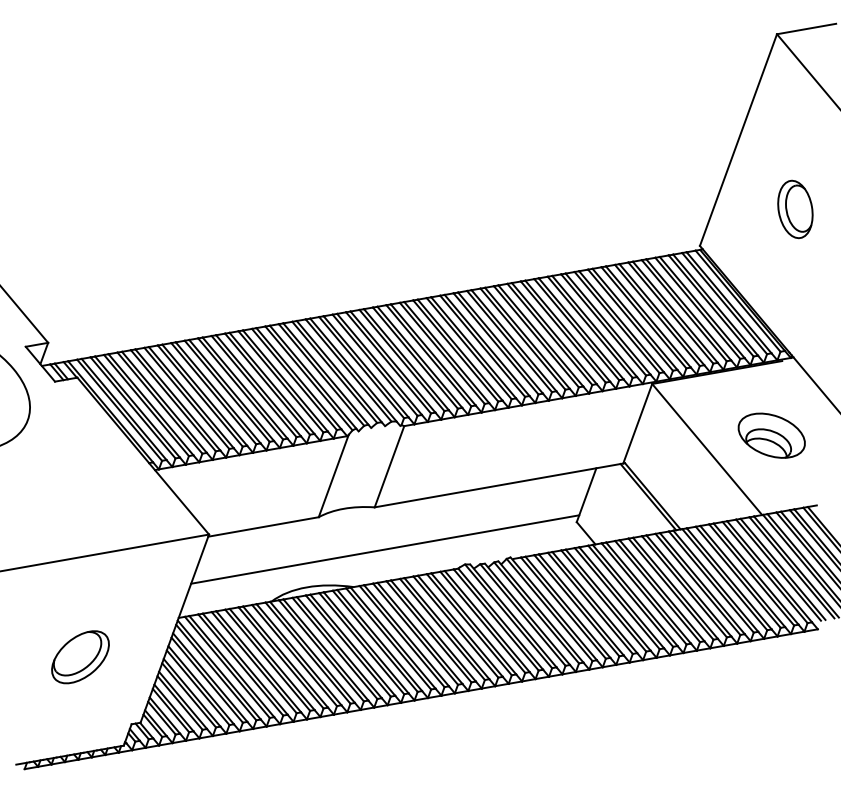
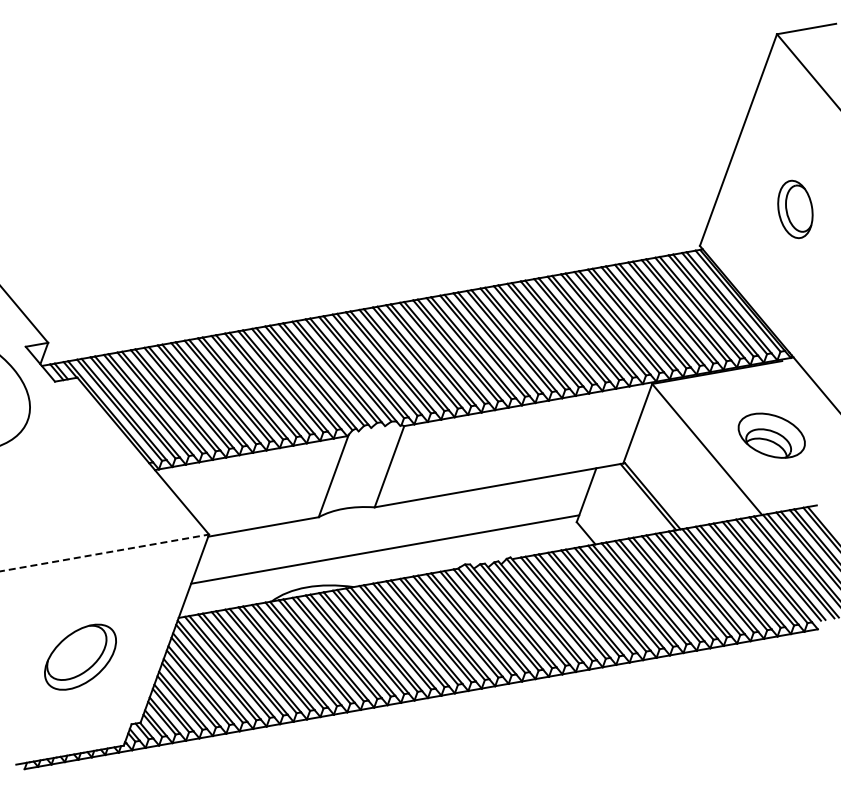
line at (104, 552): solid -> dashed
part at (80, 657) size: 59x55 px -> 73x68 px
